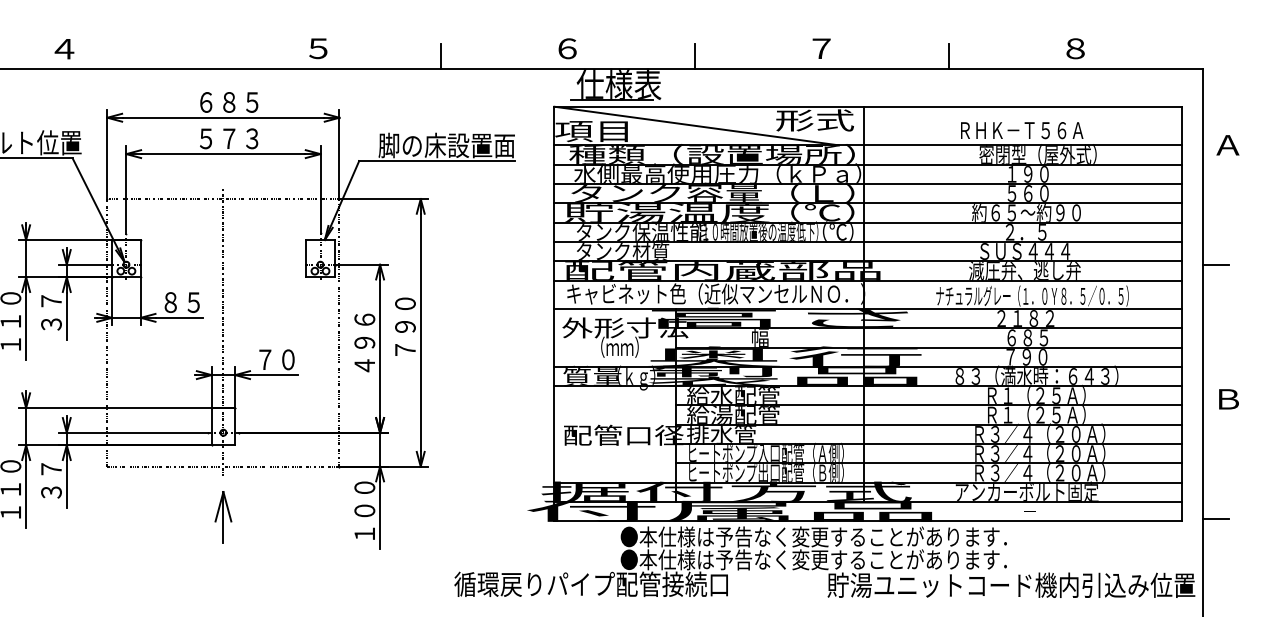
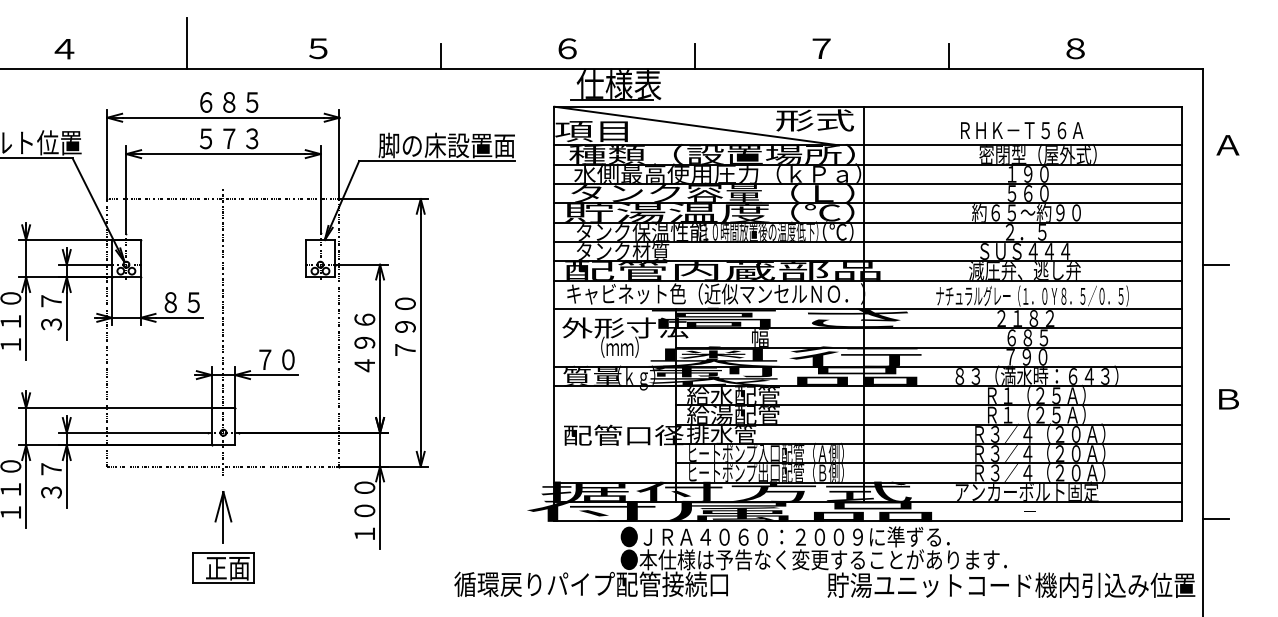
line at (187, 43): none -> present
text at (822, 536): ●本仕様は予告なく変更することがあります． -> ●ＪＲＡ４０６０：２００９に準ずる．
part at (223, 567): none -> present
